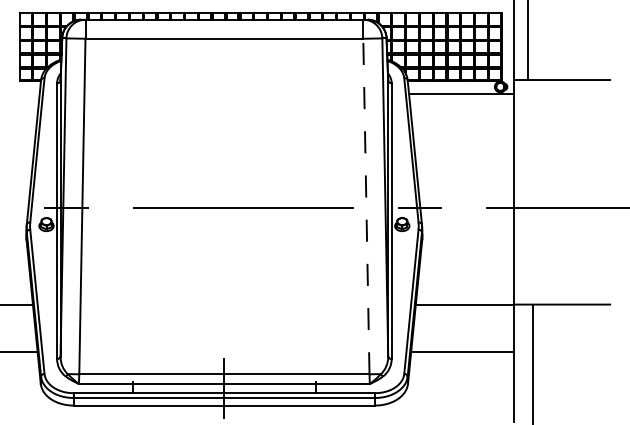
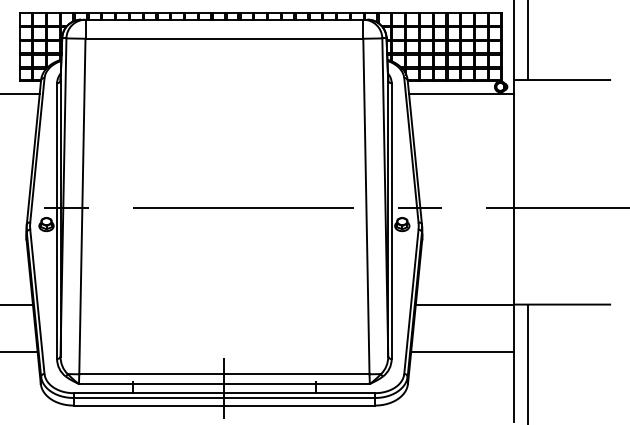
line at (20, 93): none -> present
line at (366, 206): dashed -> solid
line at (533, 362) position: (533, 362) -> (528, 362)
